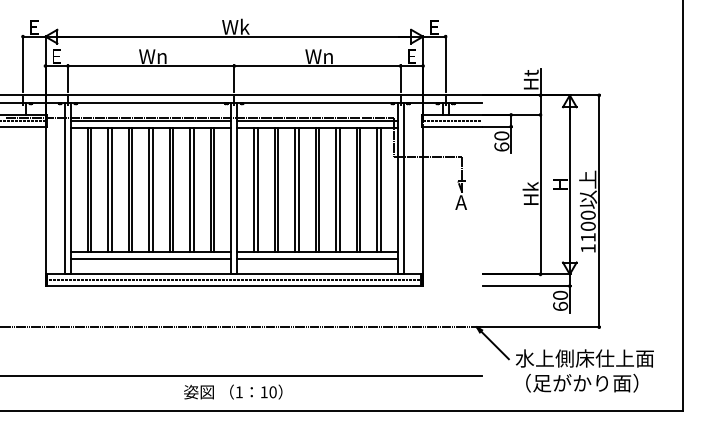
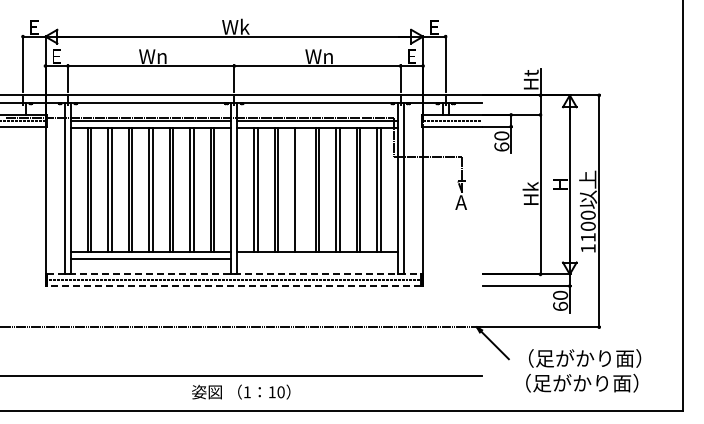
line at (298, 189): present -> none
line at (317, 258): present -> none
line at (234, 274): solid -> dashed
line at (233, 286): solid -> dashed
text at (584, 358): 水上側床仕上面 -> （足がかり面）
text at (233, 391) position: (233, 391) -> (241, 391)
